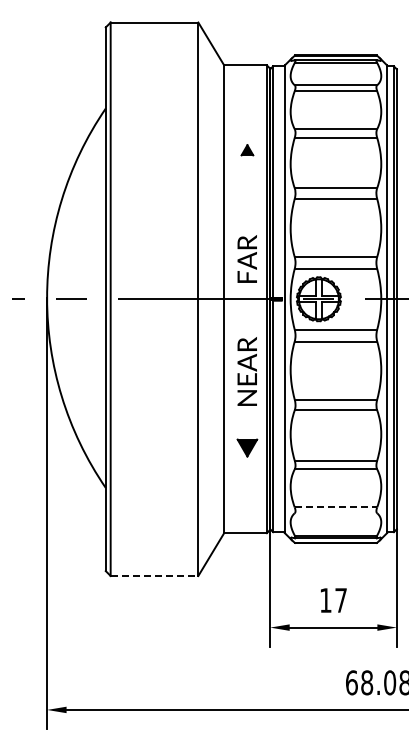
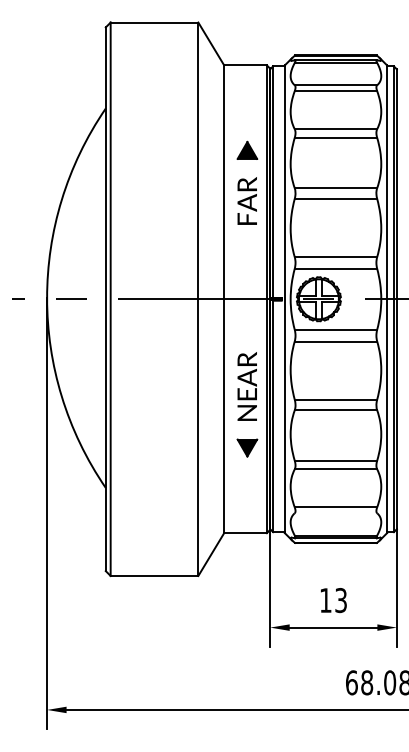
part at (247, 150) size: 15x13 px -> 23x20 px
text at (246, 258) position: (246, 258) -> (246, 200)
text at (246, 371) position: (246, 371) -> (246, 386)
line at (336, 507): dashed -> solid
line at (154, 575): dashed -> solid
text at (340, 600): 17 -> 13
